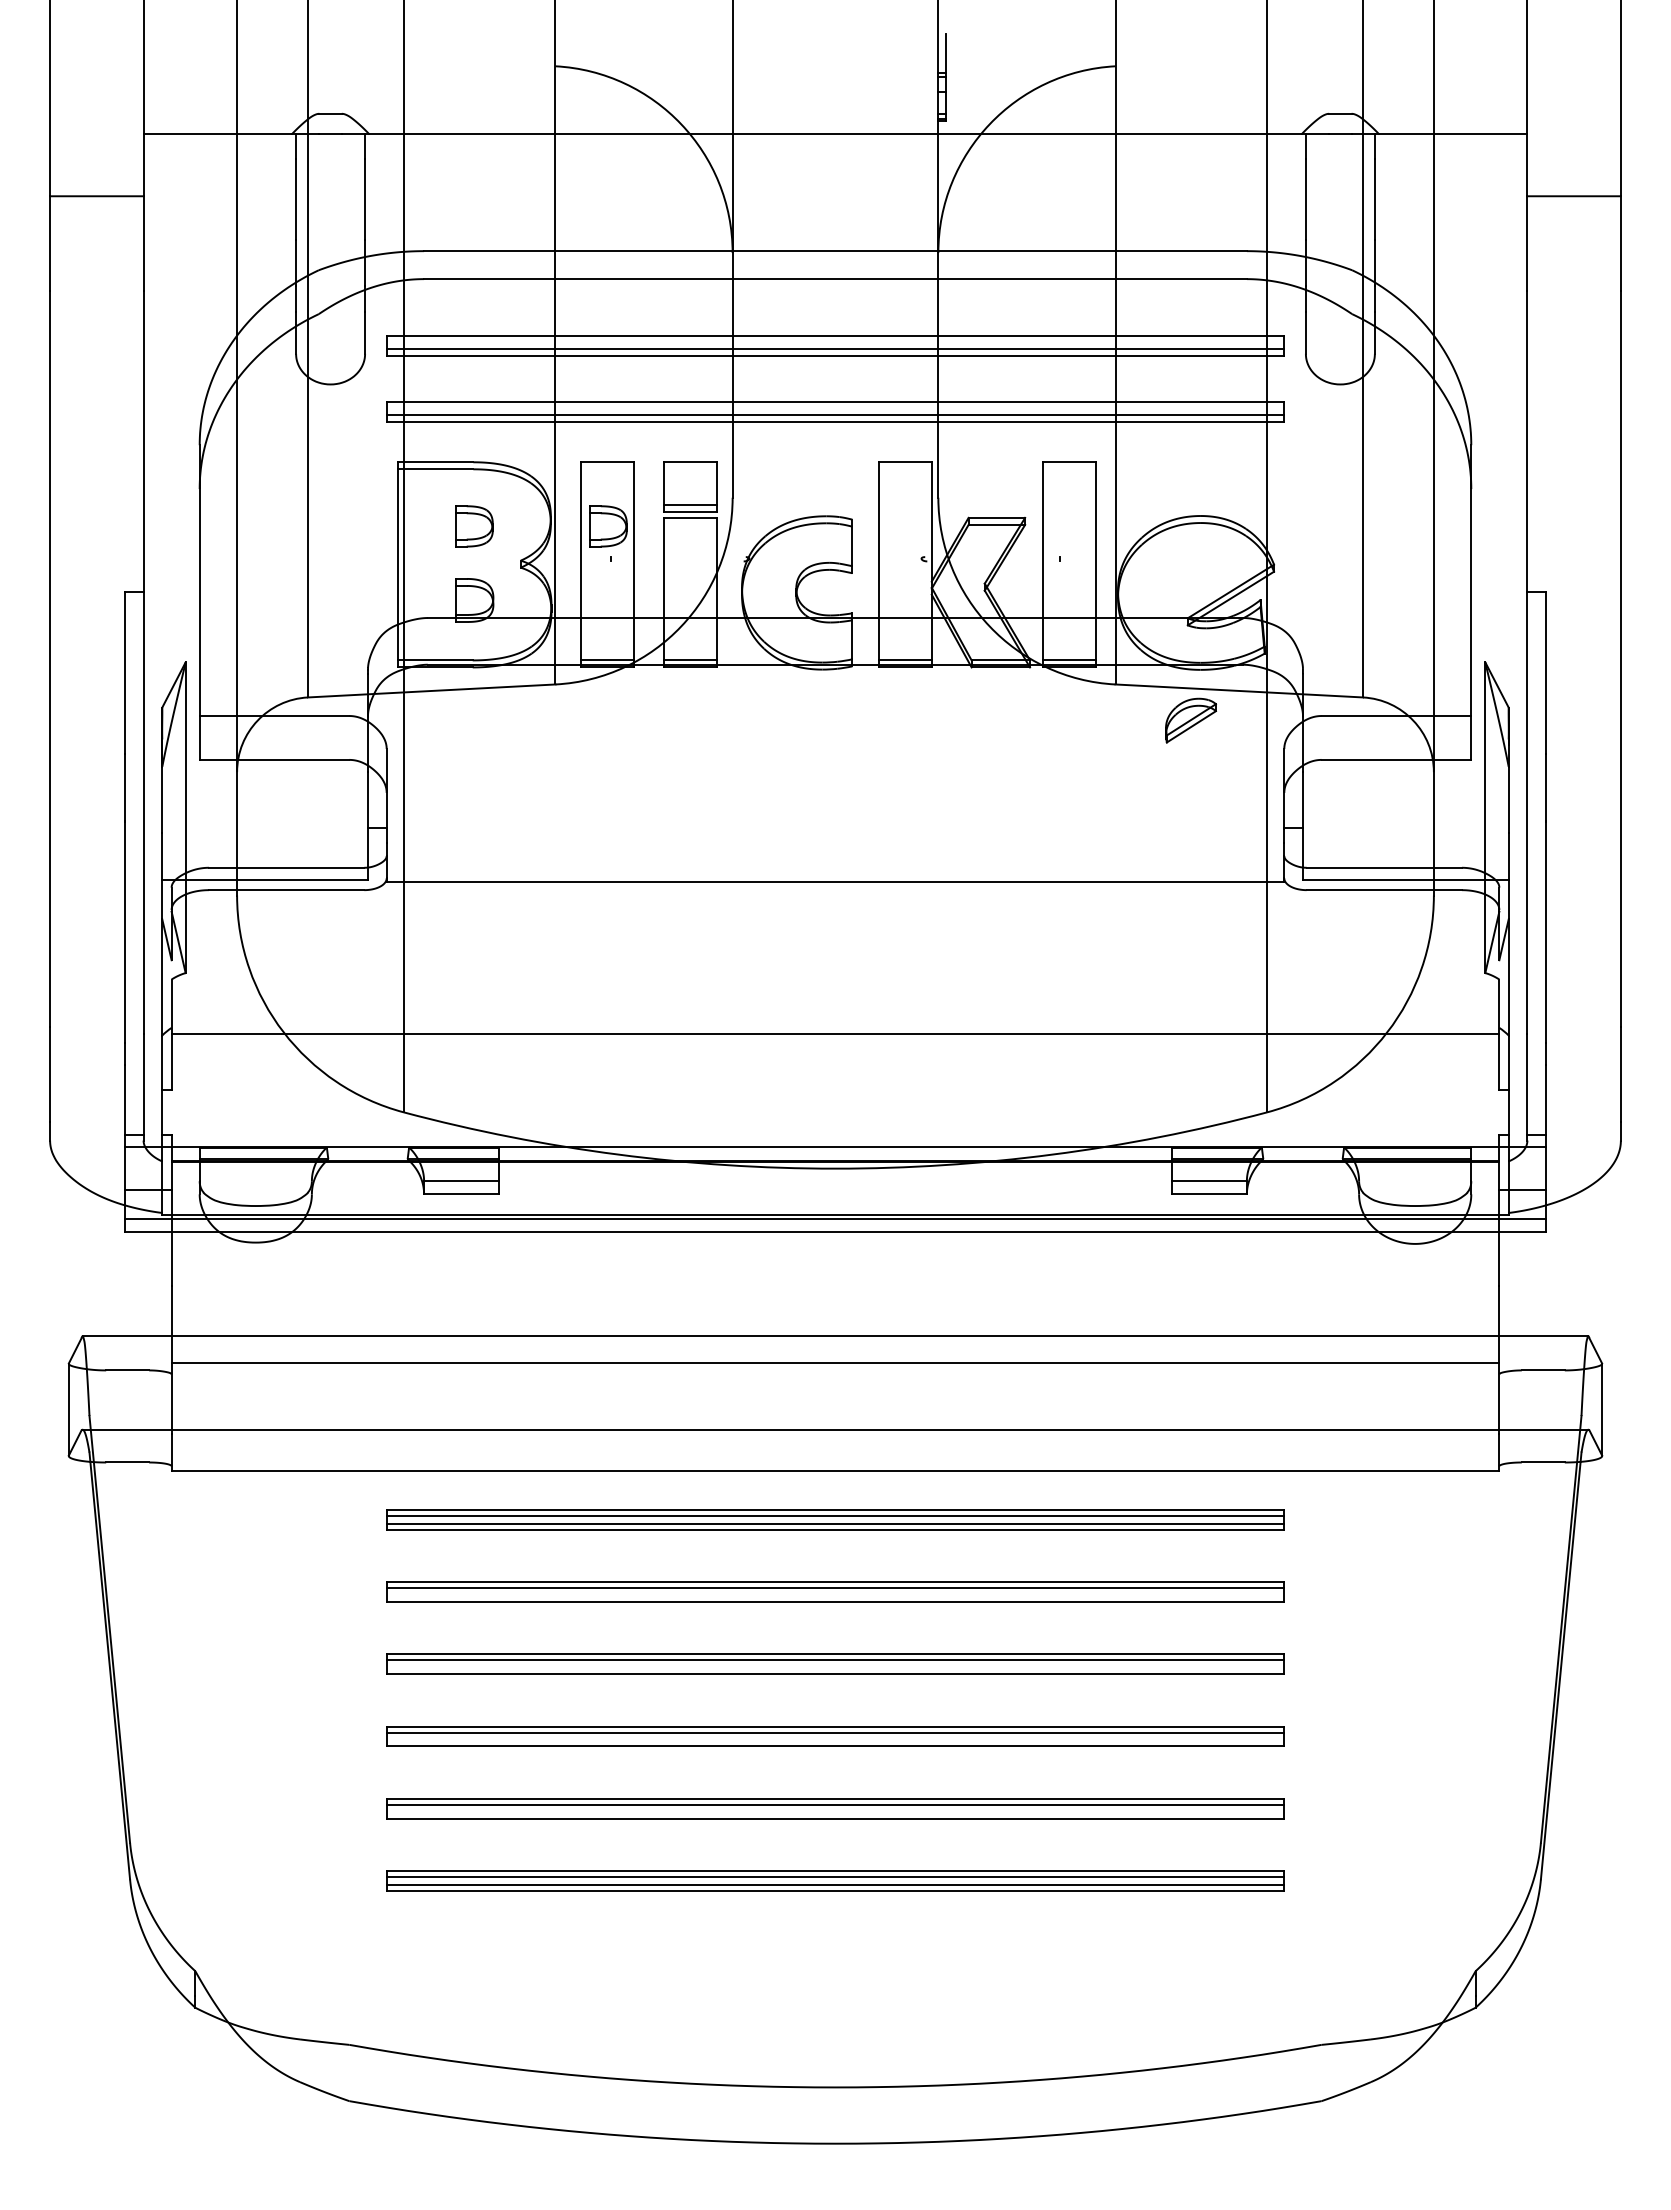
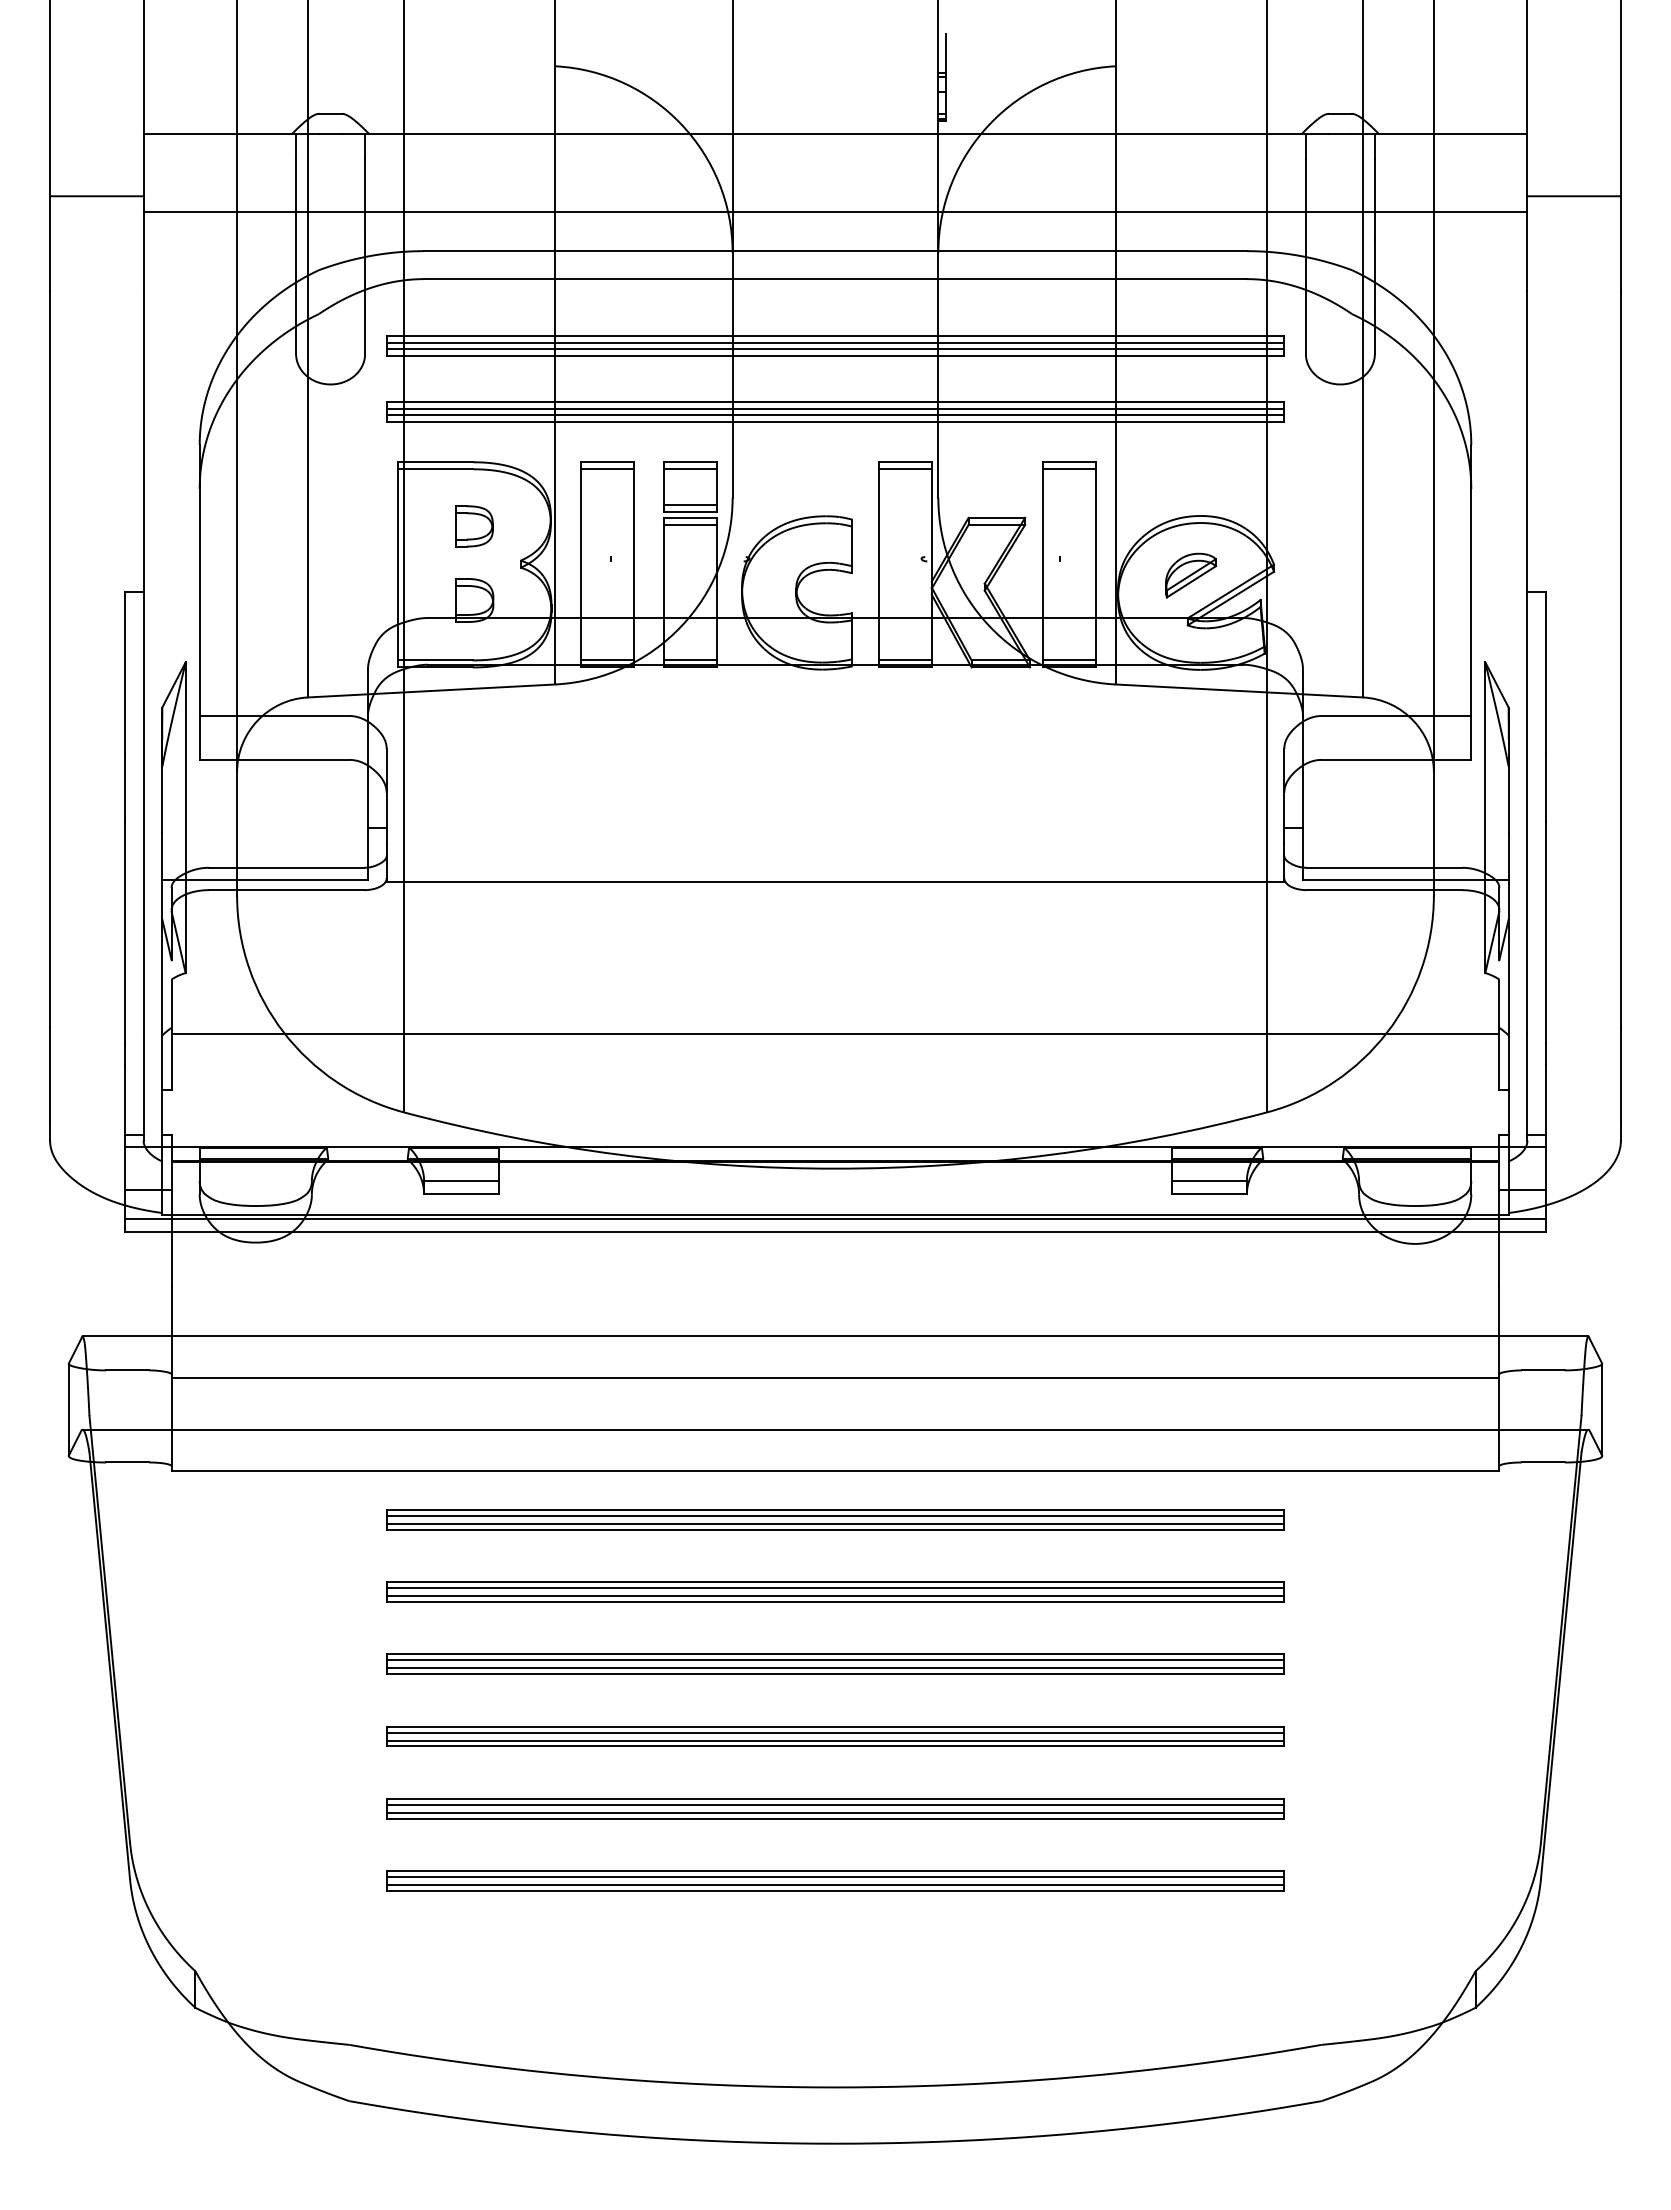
line at (835, 212): none -> present
line at (835, 342): none -> present
line at (835, 408): none -> present
line at (607, 469): none -> present
line at (690, 469): none -> present
line at (904, 469): none -> present
line at (1068, 469): none -> present
line at (690, 524): none -> present
part at (608, 526): present -> none
part at (1190, 720) position: (1190, 720) -> (1190, 575)
line at (835, 1362) position: (835, 1362) -> (835, 1377)
line at (835, 1595): none -> present
line at (835, 1668): none -> present
line at (835, 1740): none -> present
line at (835, 1812): none -> present
